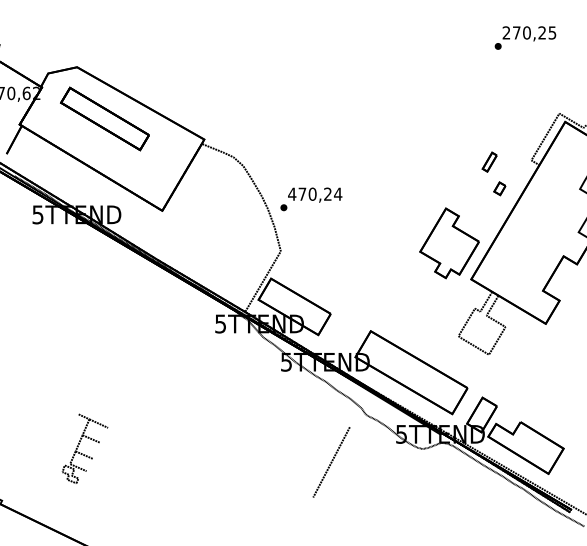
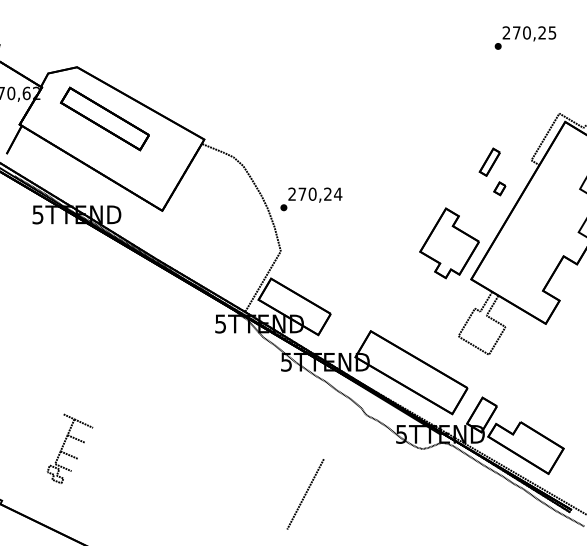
part at (489, 161) size: 17x22 px -> 23x30 px
text at (292, 193): 470,24 -> 270,24
part at (84, 448) position: (84, 448) -> (69, 448)
line at (331, 462) position: (331, 462) -> (305, 494)
